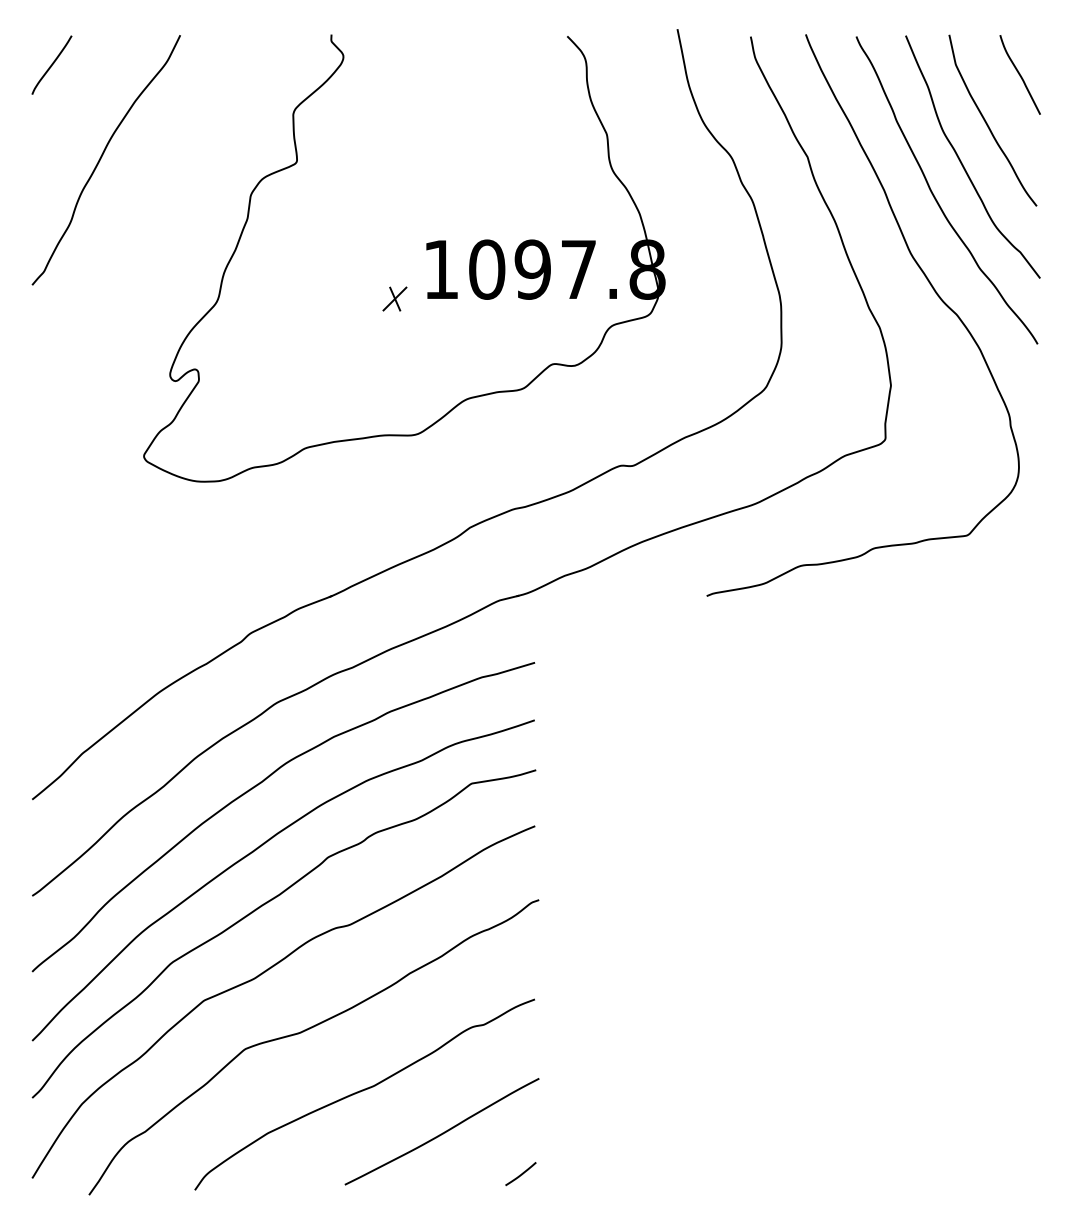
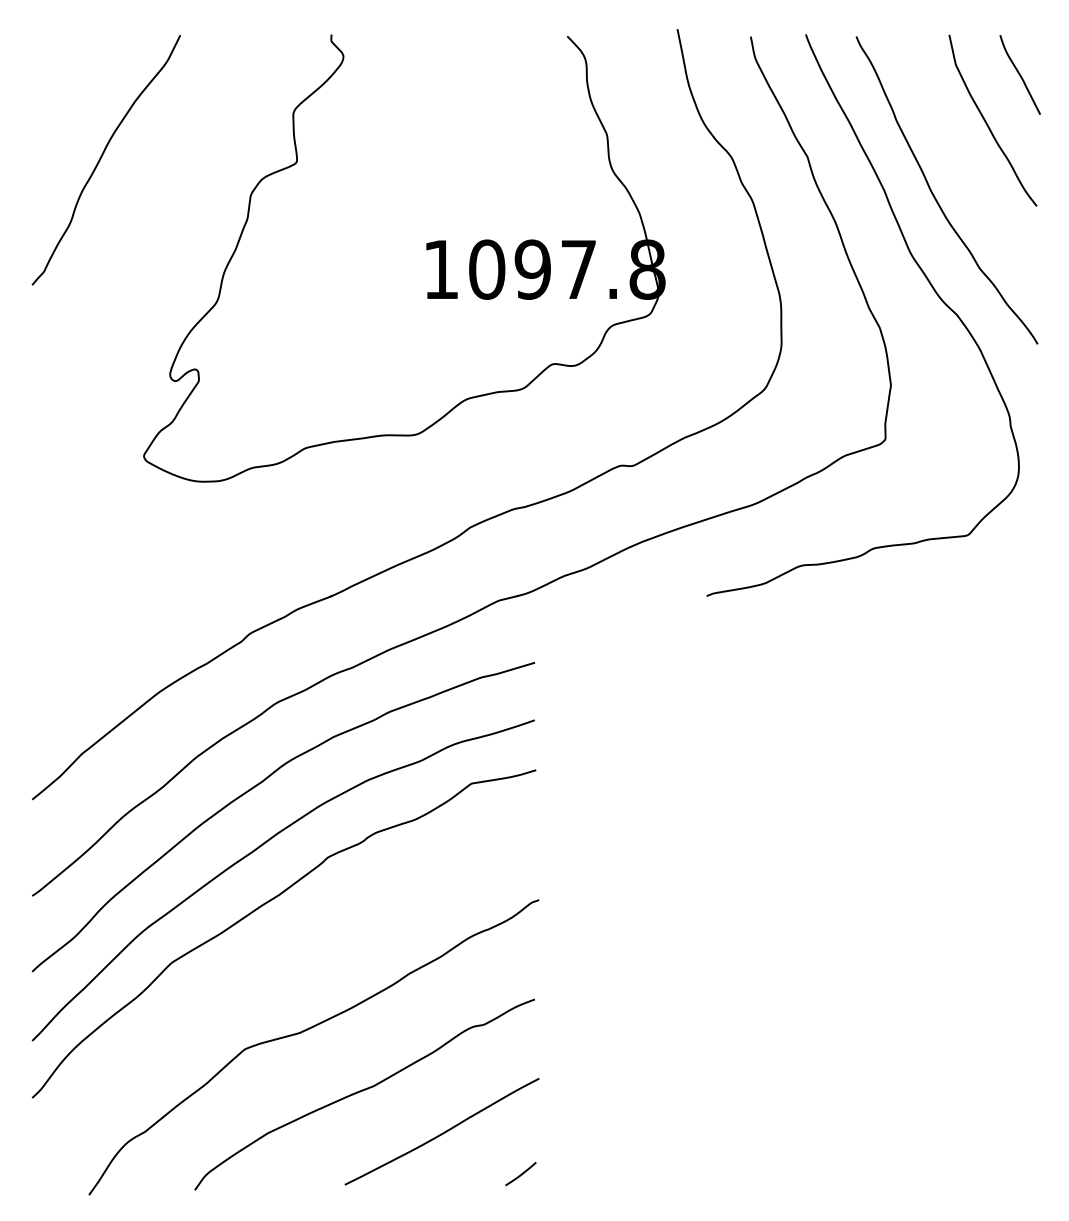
curve at (51, 64): present -> none
curve at (962, 162): present -> none
part at (394, 298): present -> none
curve at (264, 973): present -> none
